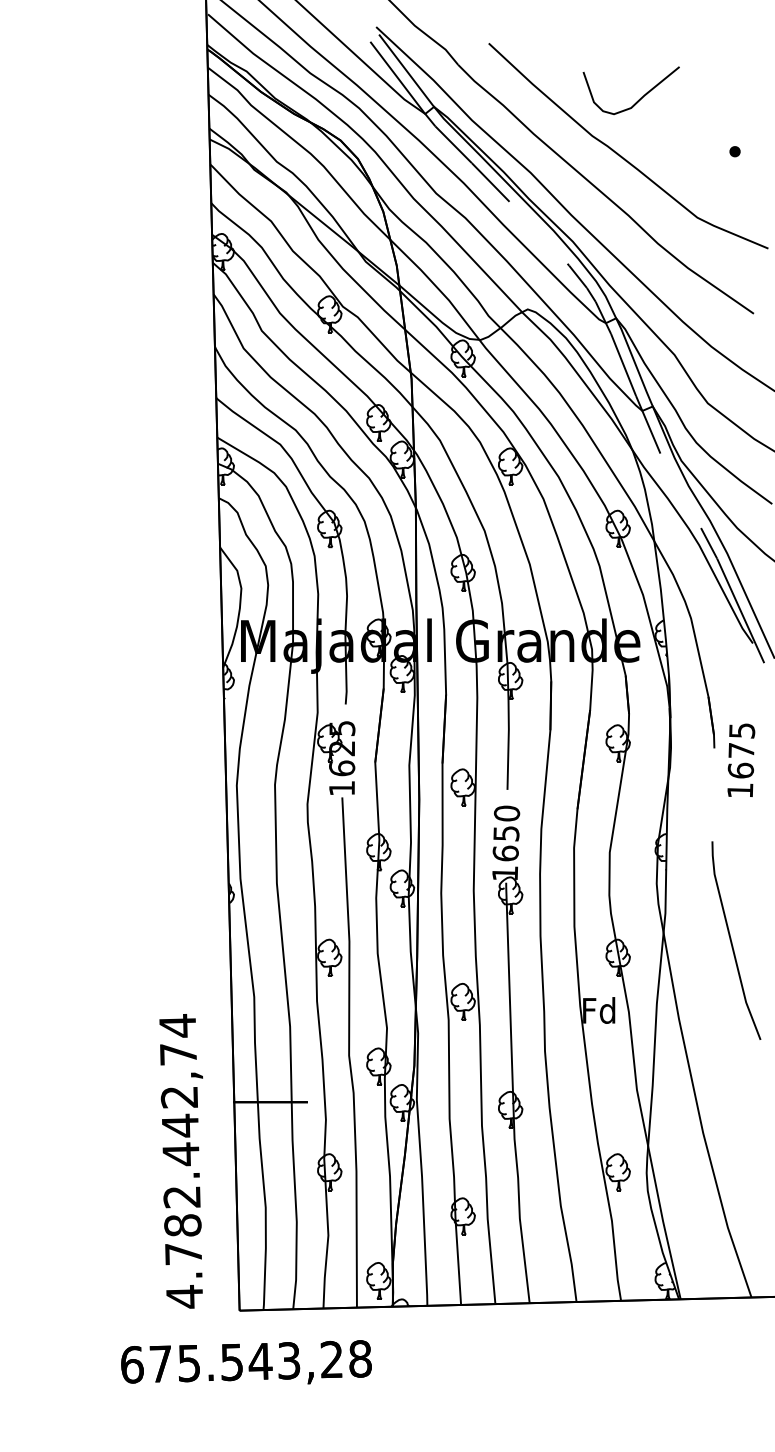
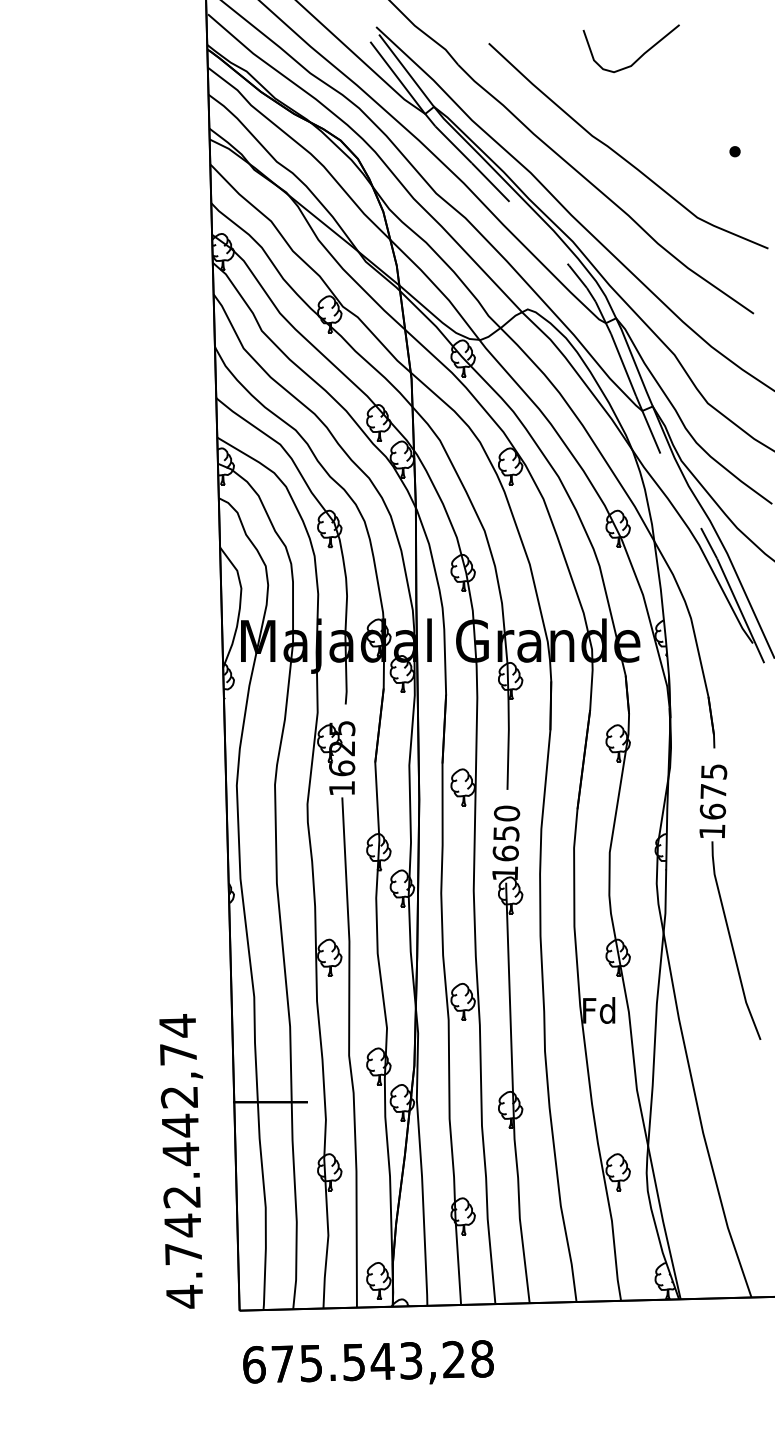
curve at (639, 98) position: (639, 98) -> (639, 56)
text at (741, 759) position: (741, 759) -> (713, 800)
text at (182, 1225): 4.782.442,74 -> 4.742.442,74
text at (246, 1362) position: (246, 1362) -> (368, 1362)
